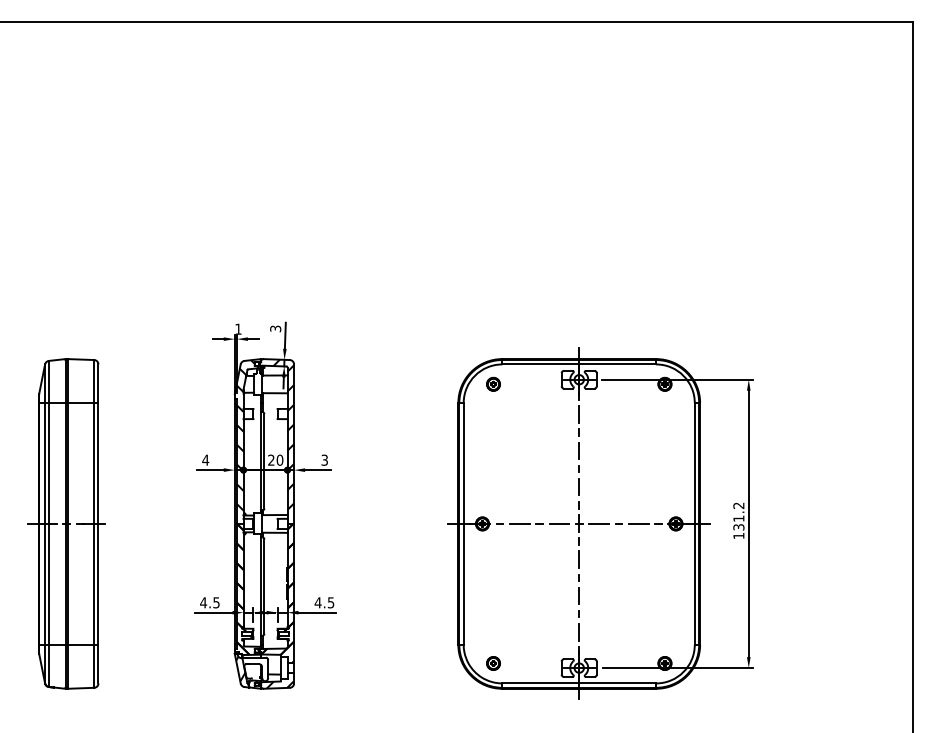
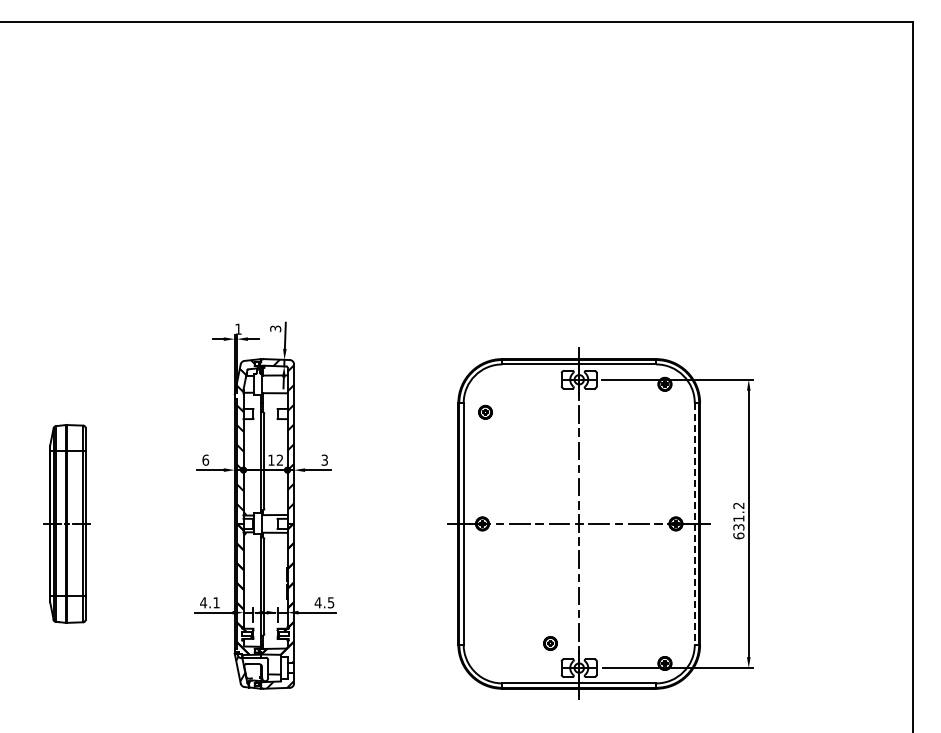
part at (493, 383) position: (493, 383) -> (485, 411)
text at (205, 459): 4 -> 6
text at (275, 459): 20 -> 12
part at (66, 523) size: 79x332 px -> 48x200 px
line at (694, 523): solid -> dashed
text at (738, 535): 131.2 -> 631.2
text at (216, 602): 4.5 -> 4.1
part at (493, 663) position: (493, 663) -> (550, 643)
